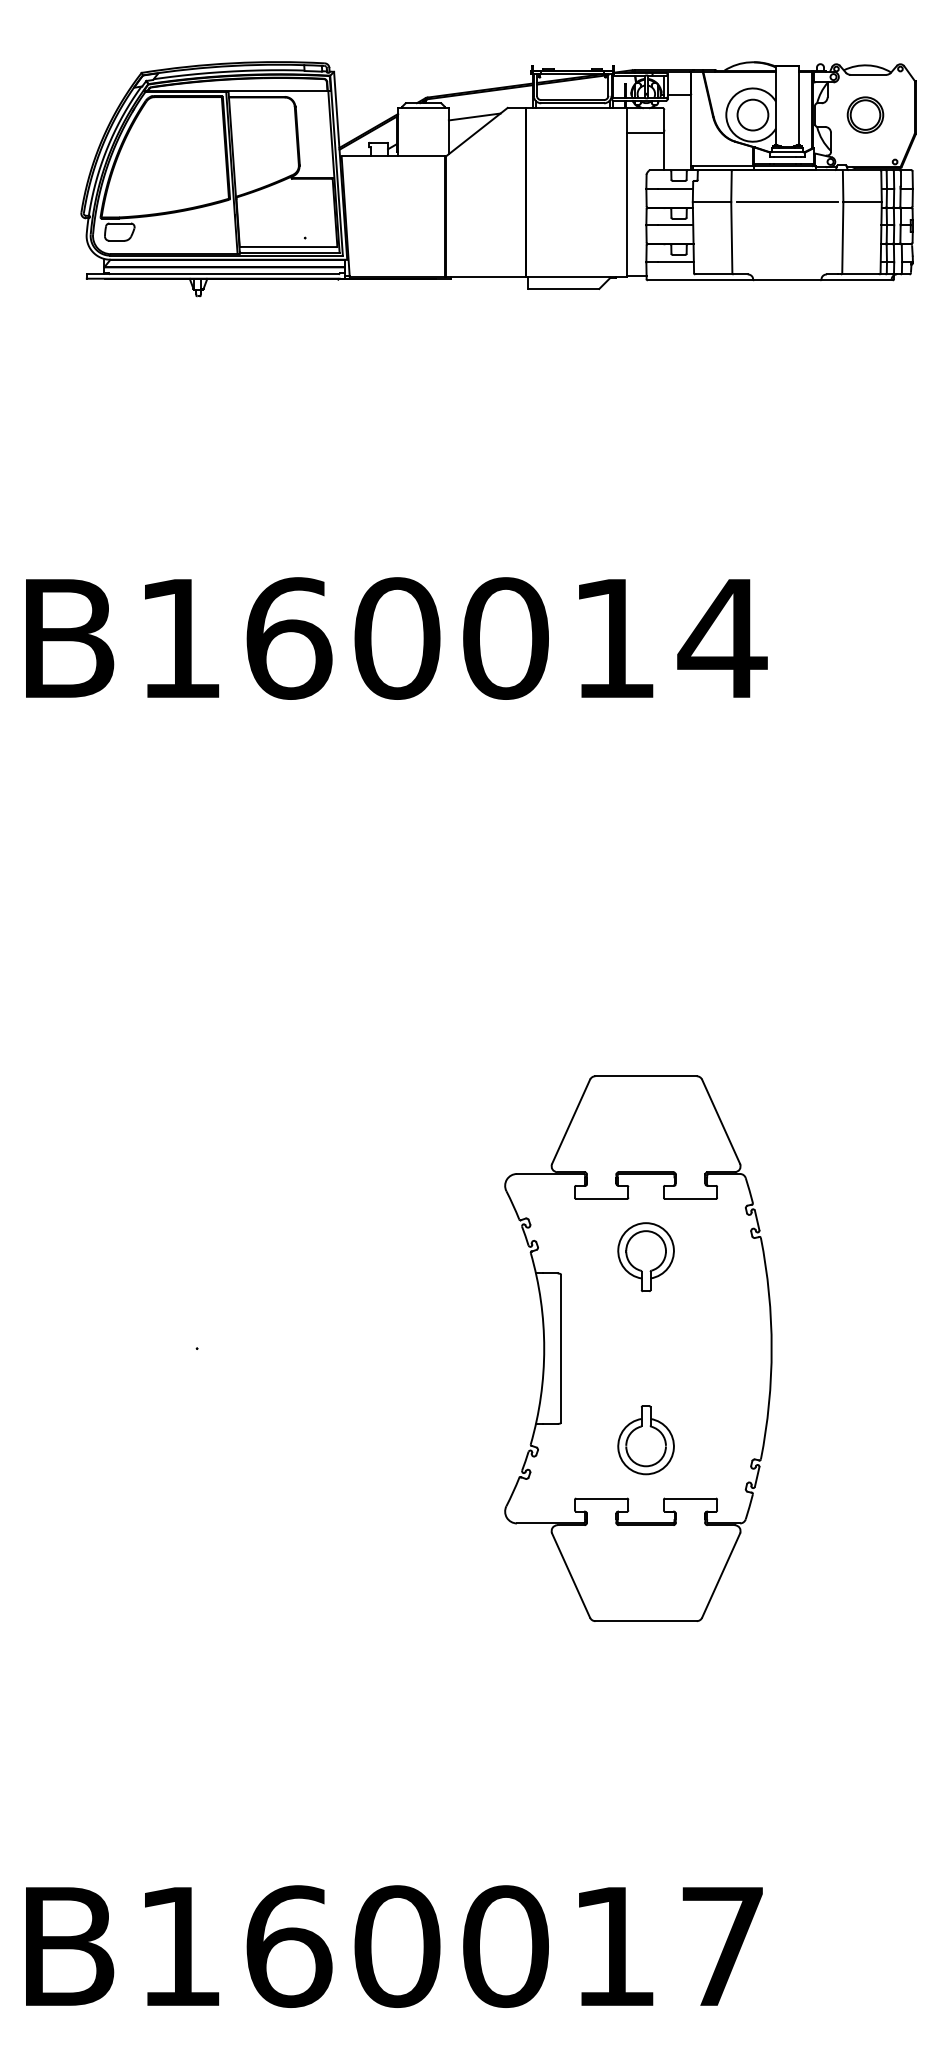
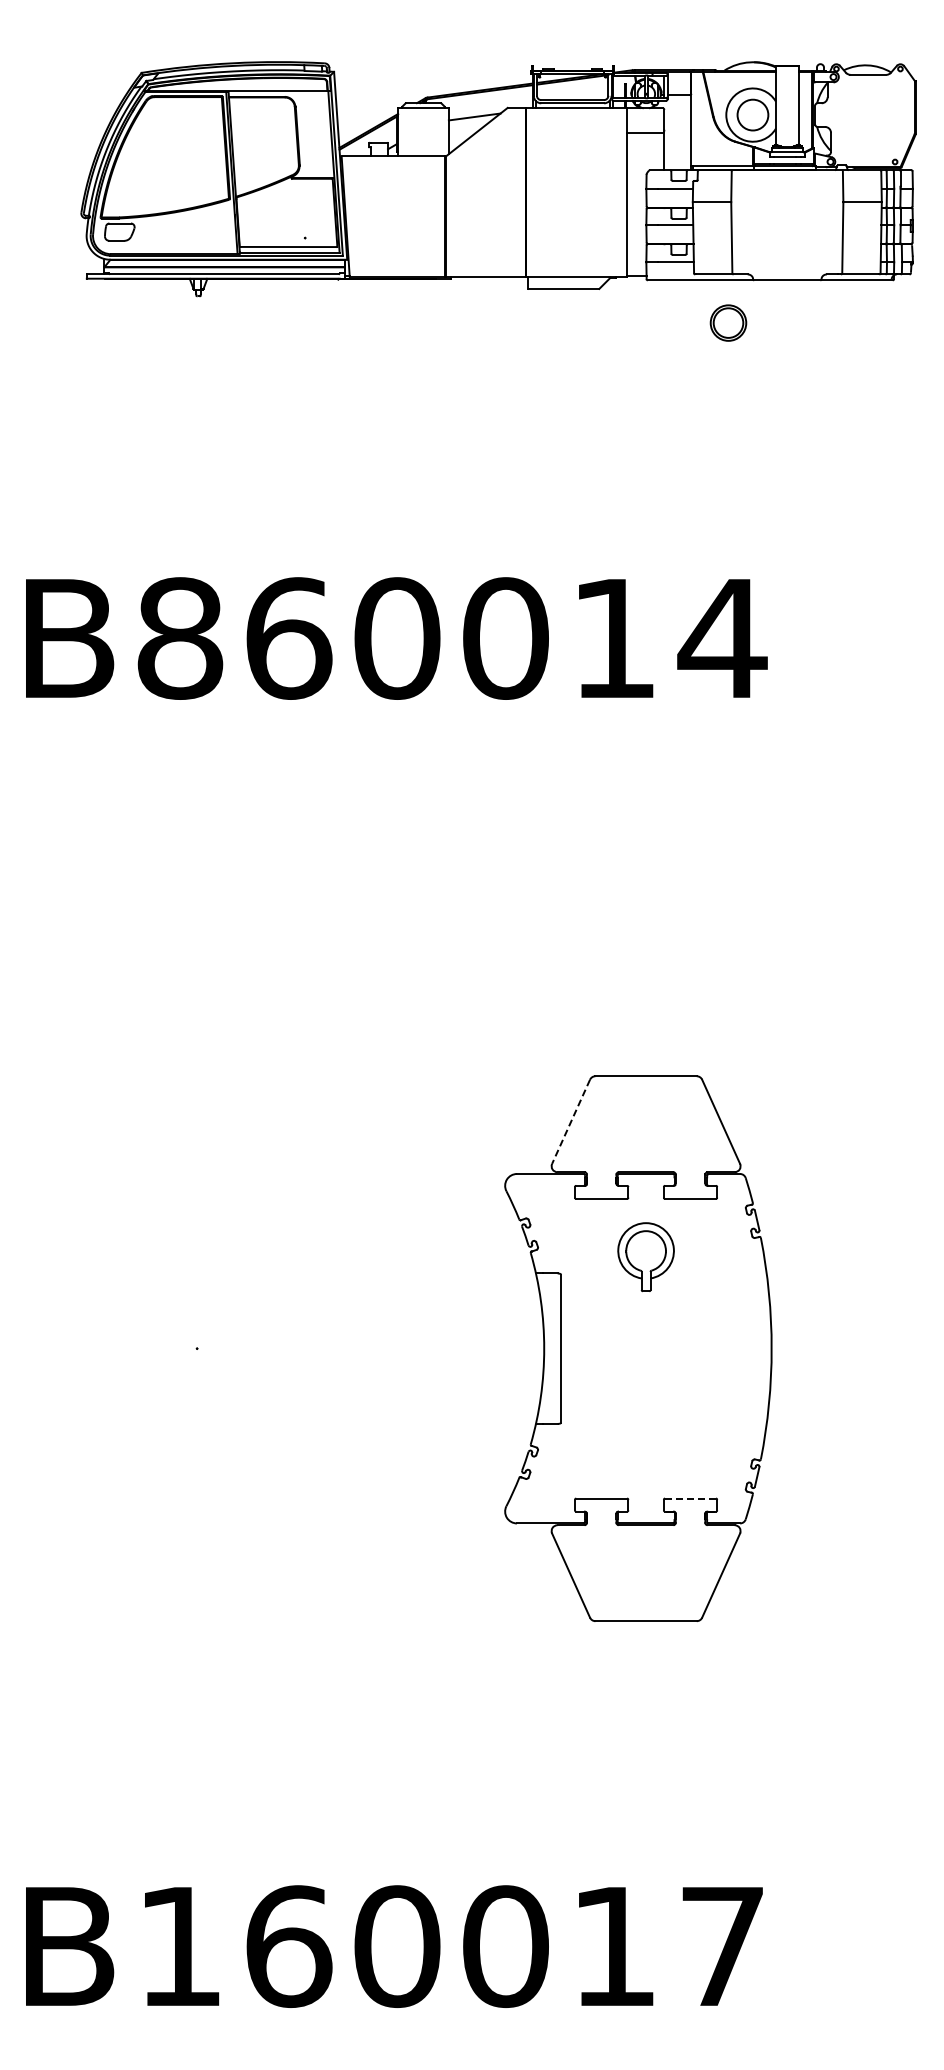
part at (865, 114) position: (865, 114) -> (728, 322)
line at (786, 202): present -> none
text at (180, 638): B160014 -> B860014
line at (570, 1122): solid -> dashed
part at (645, 1440): present -> none
line at (690, 1498): solid -> dashed
